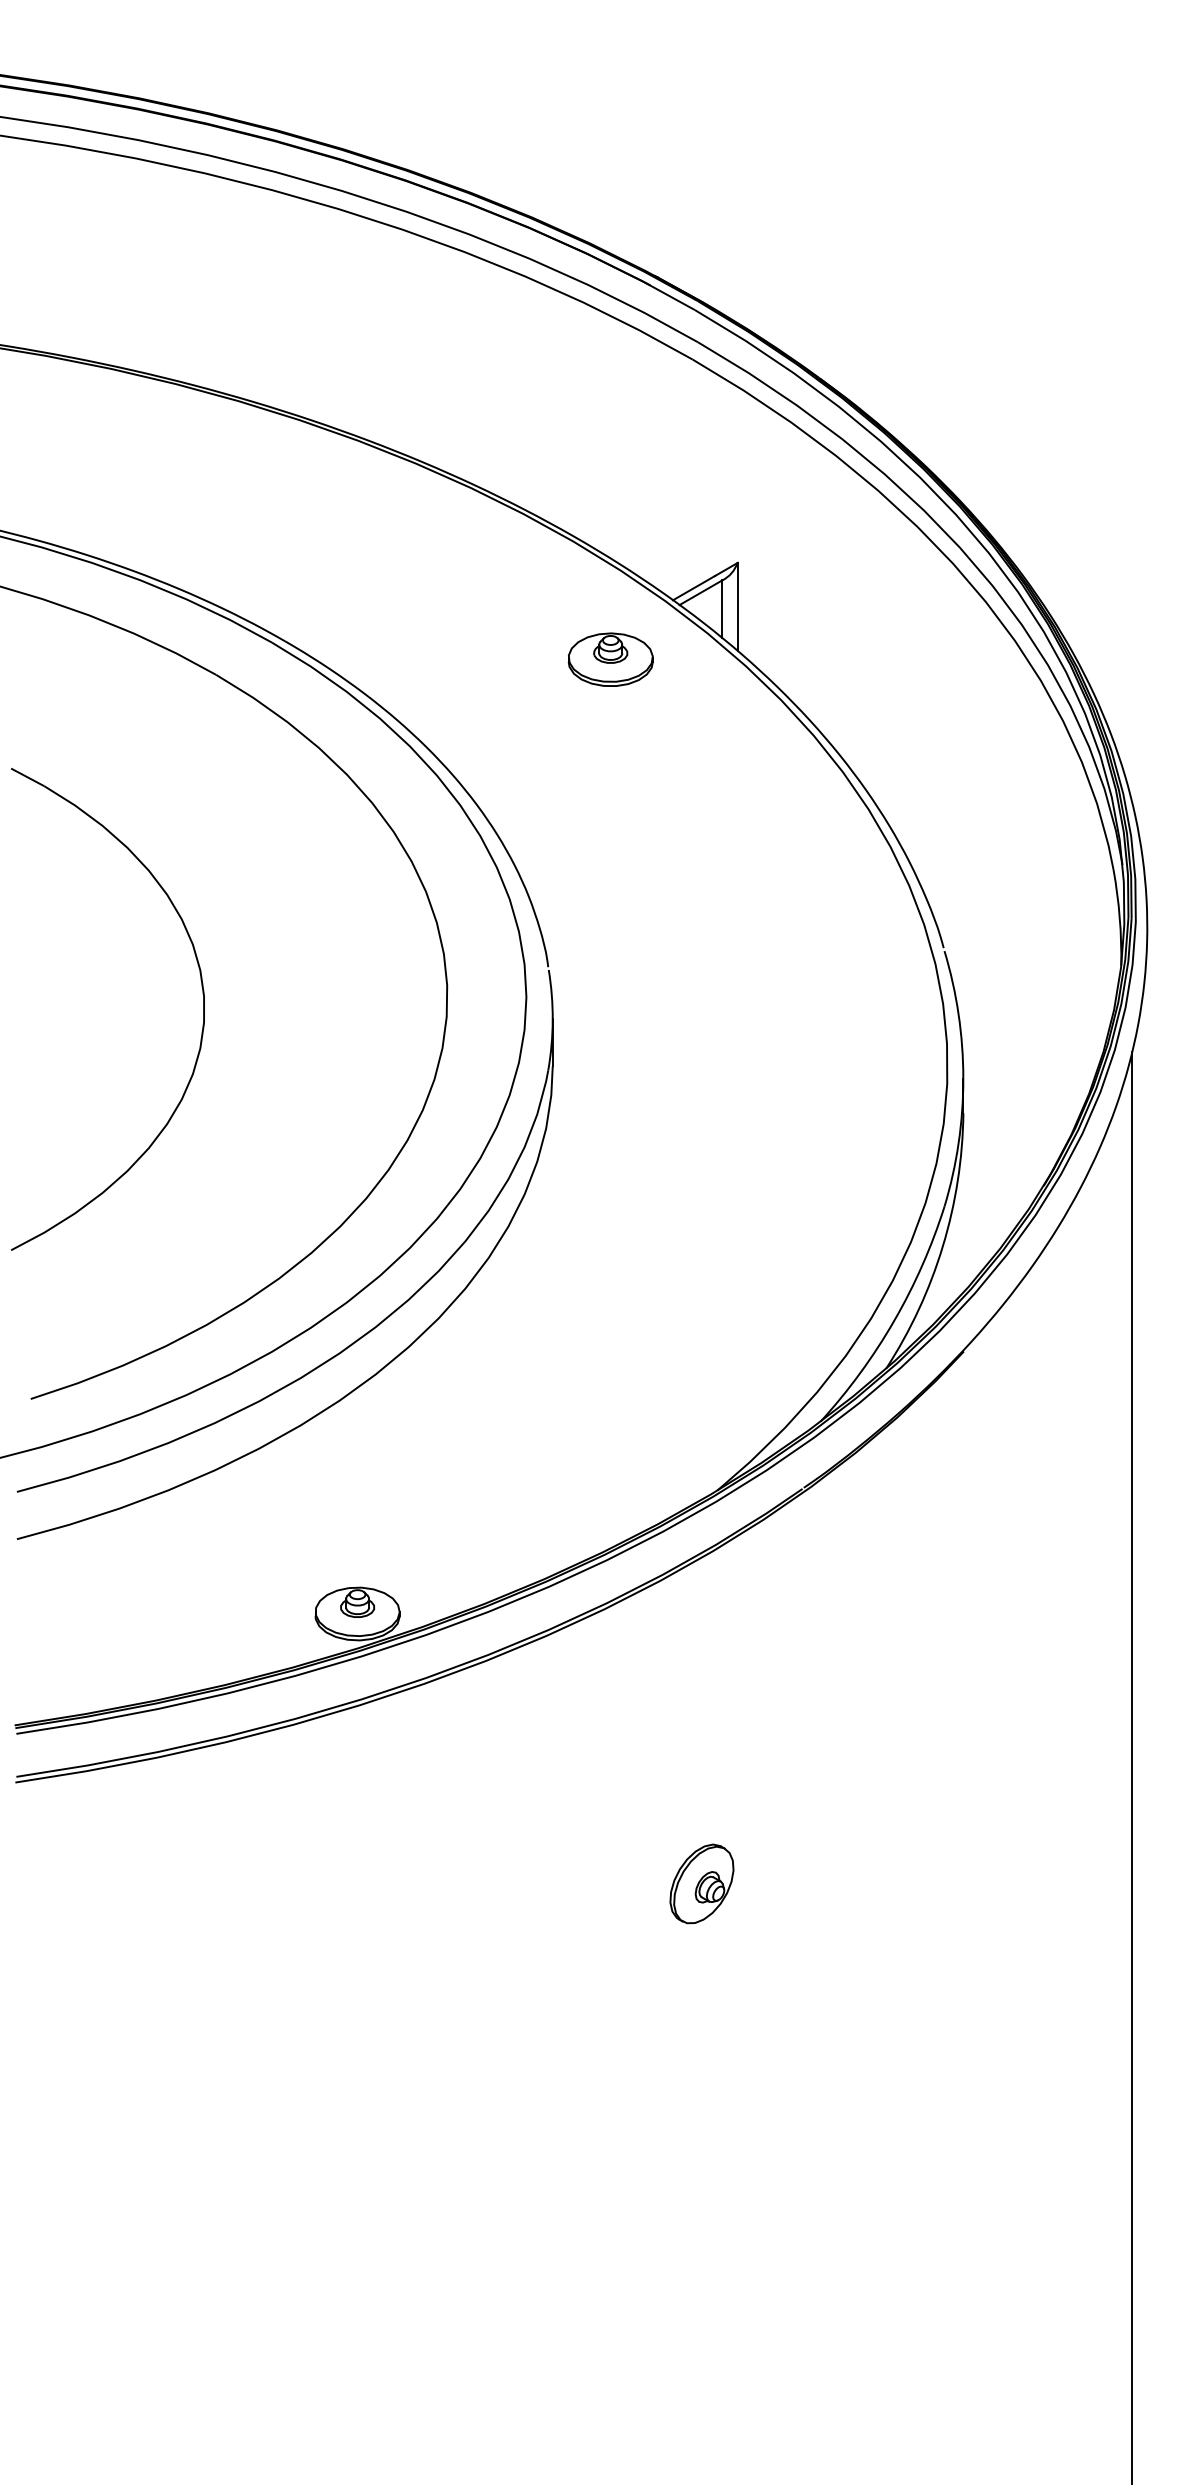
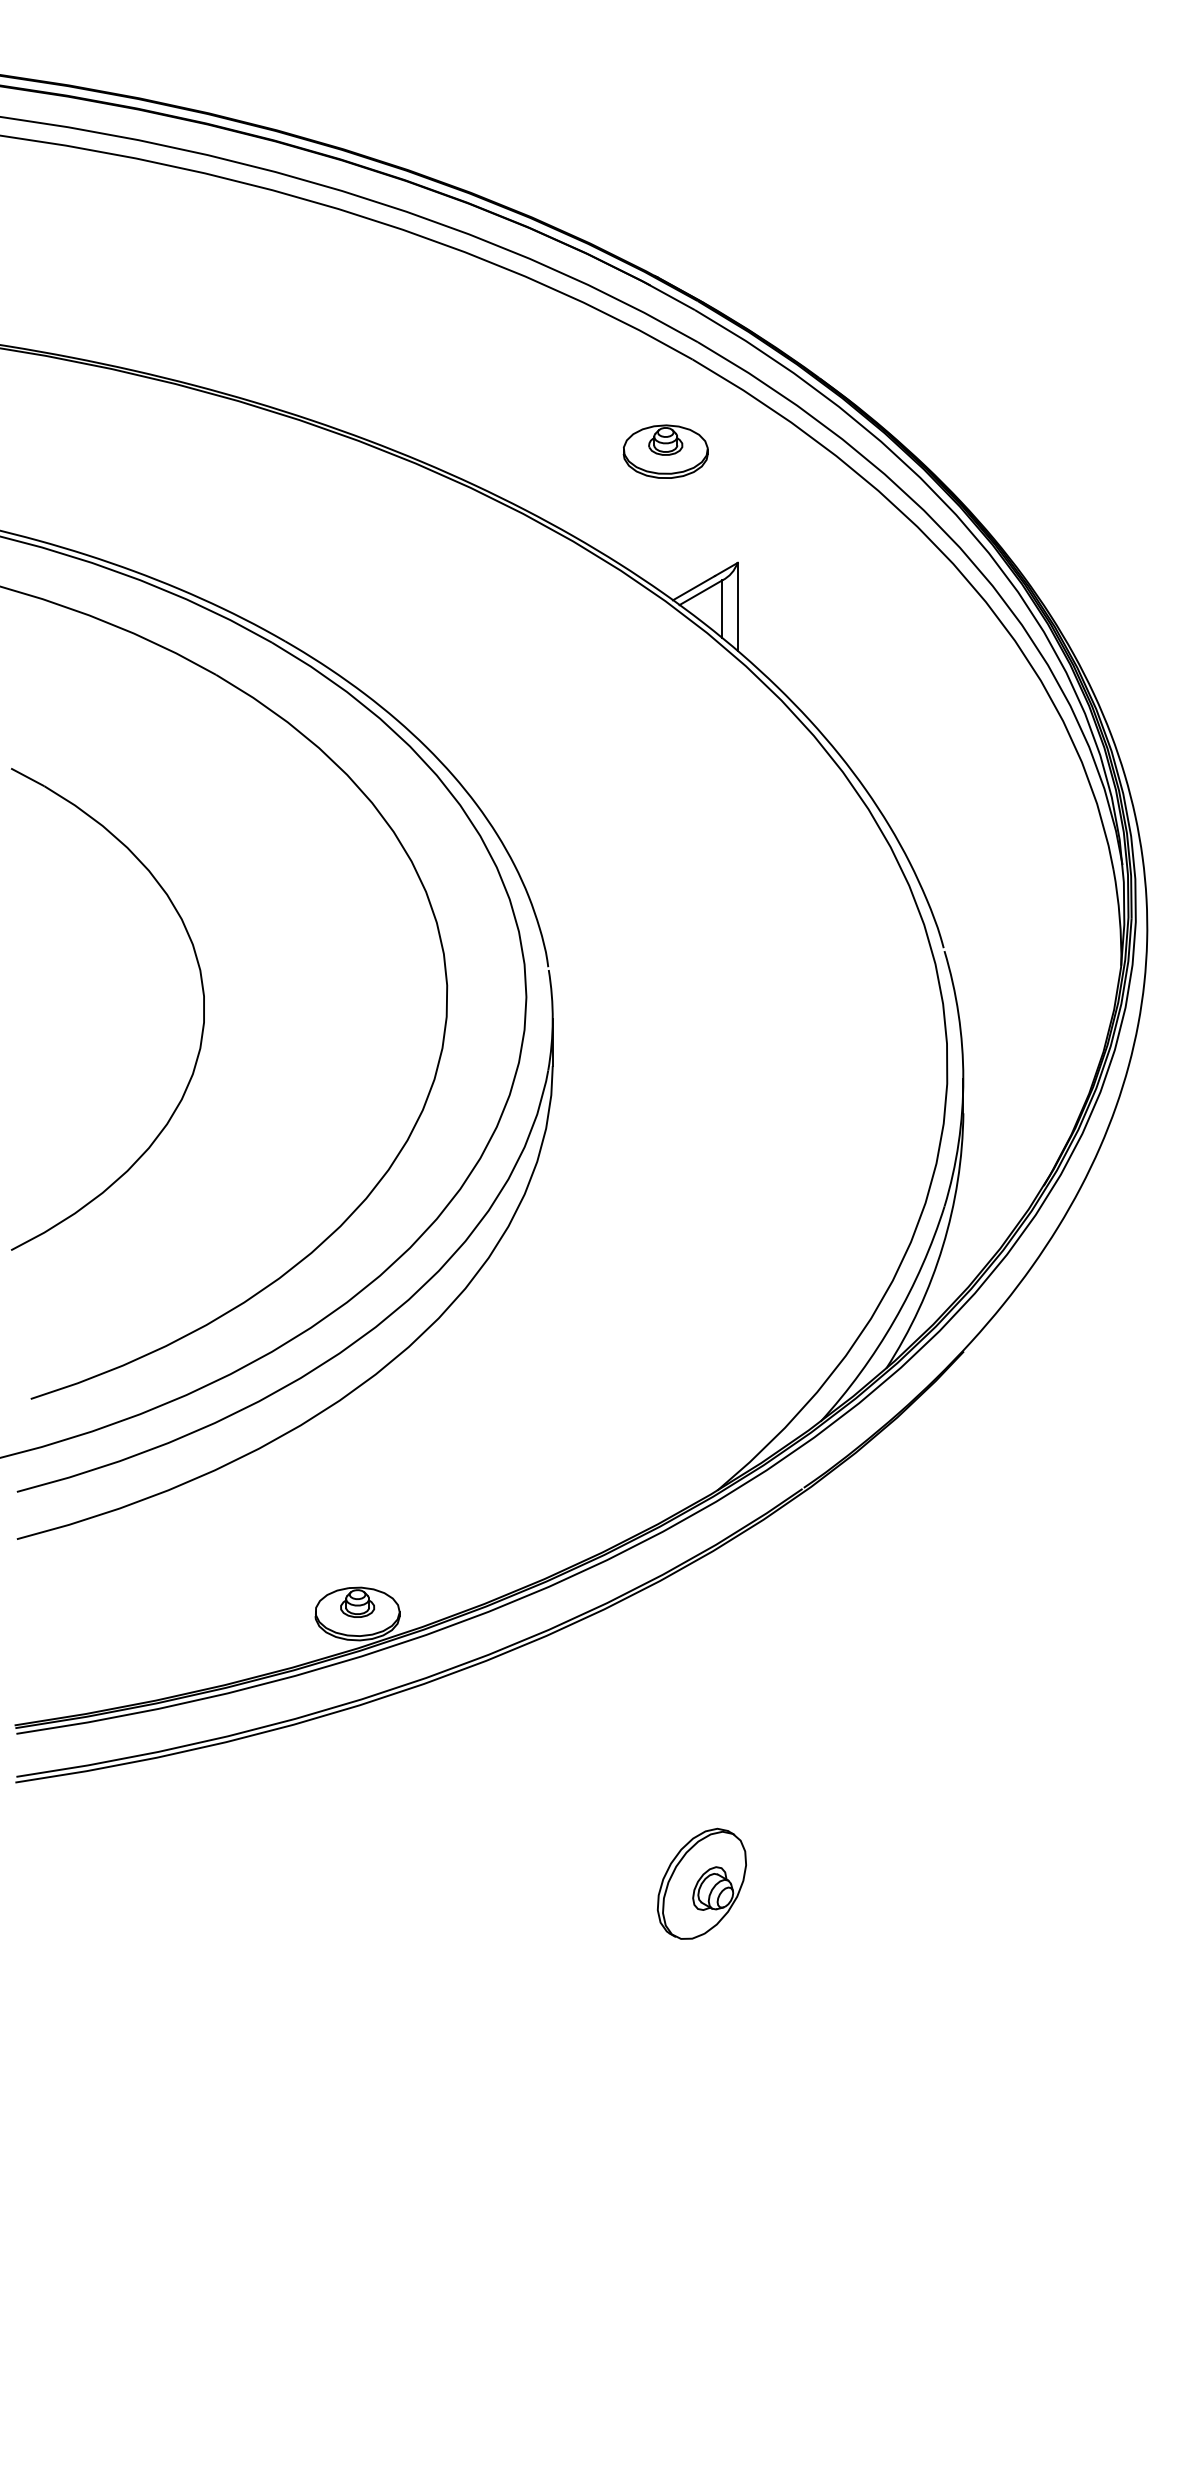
part at (610, 659) position: (610, 659) -> (665, 451)
line at (1131, 1766): present -> none
part at (701, 1883) size: 66x82 px -> 90x113 px
